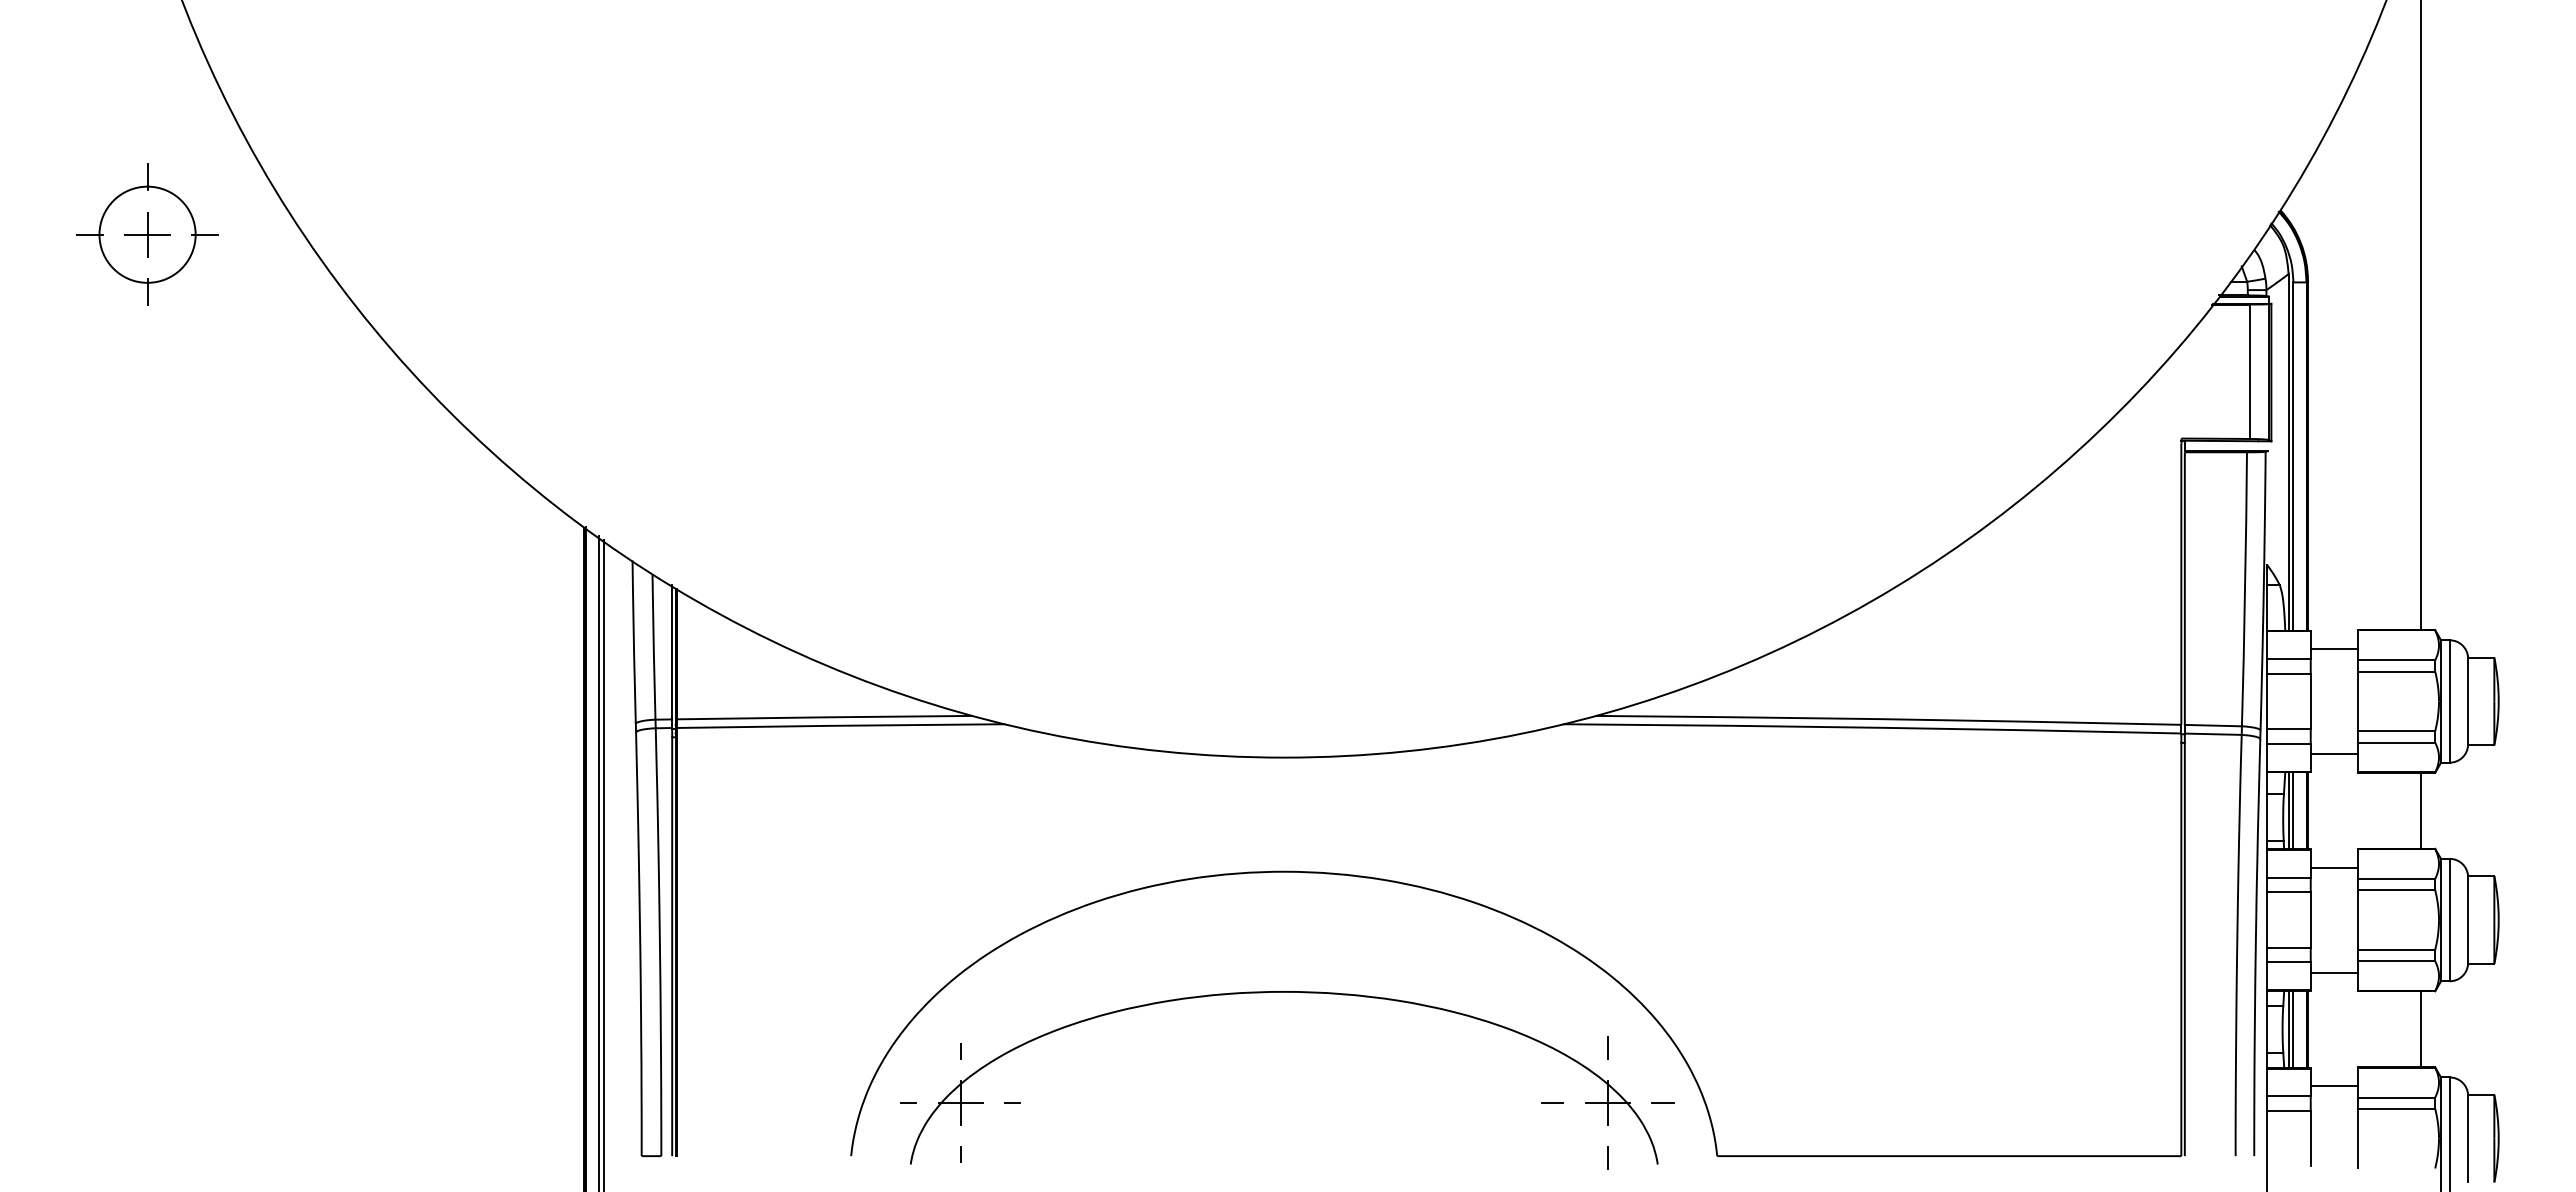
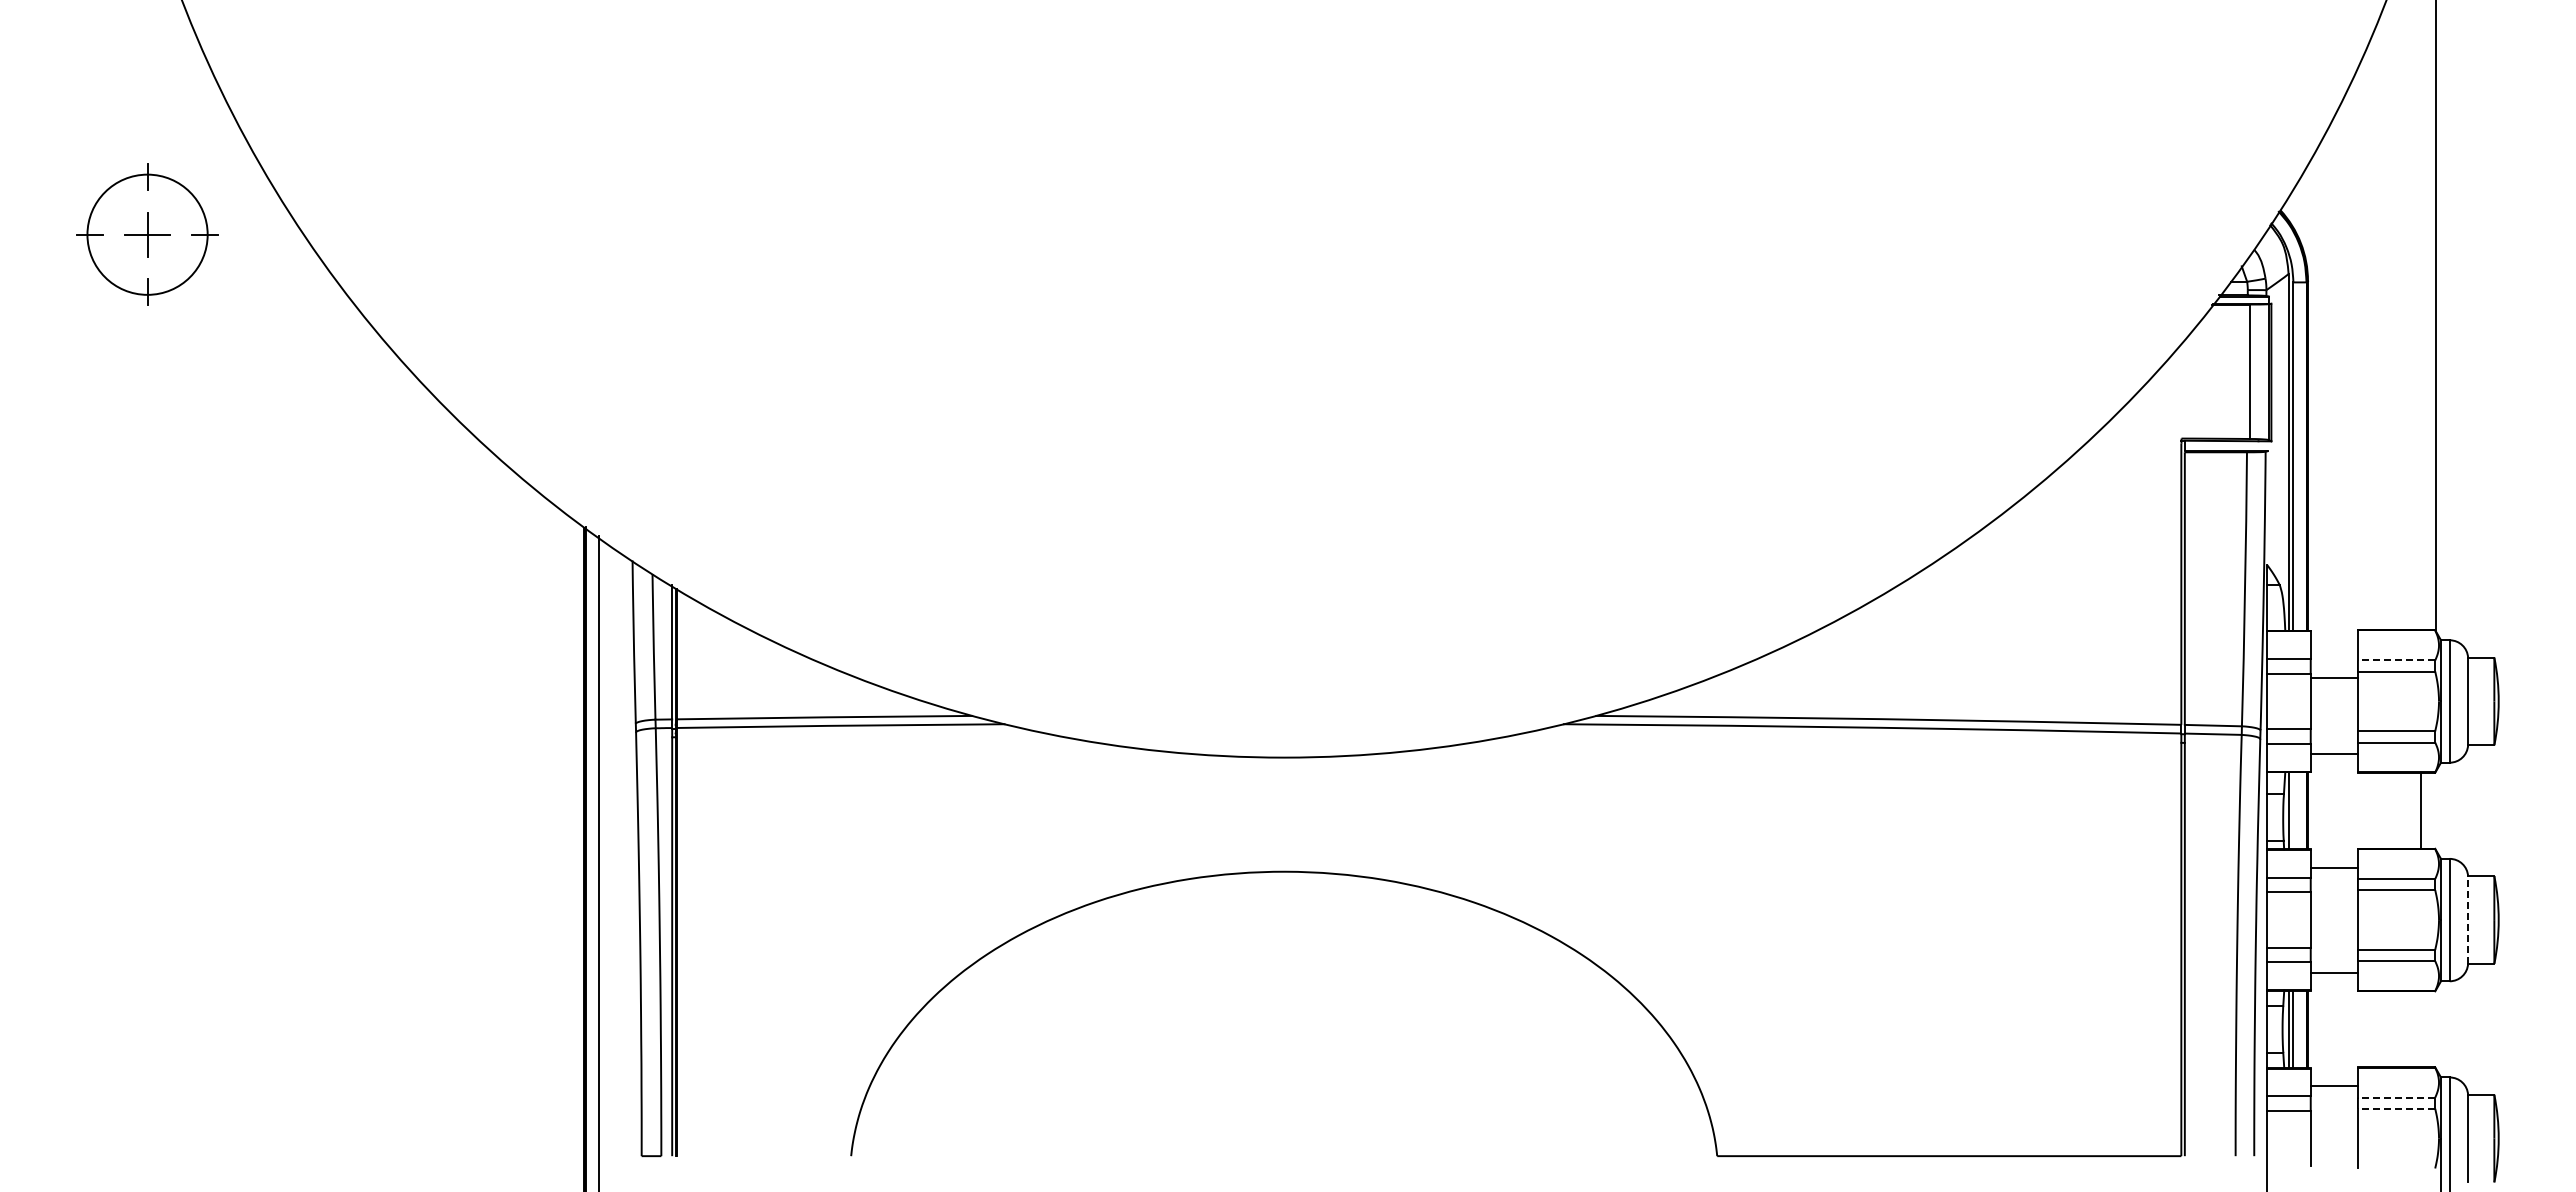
circle at (147, 234) diameter: 96 px -> 120 px
line at (2420, 316) position: (2420, 316) -> (2435, 316)
line at (2333, 649) position: (2333, 649) -> (2333, 678)
line at (2396, 660): solid -> dashed
line at (2293, 810): present -> none
line at (604, 864): present -> none
line at (2468, 920): solid -> dashed
part at (1287, 992): present -> none
line at (2420, 1029): present -> none
line at (2396, 1097): solid -> dashed
line at (2396, 1108): solid -> dashed
